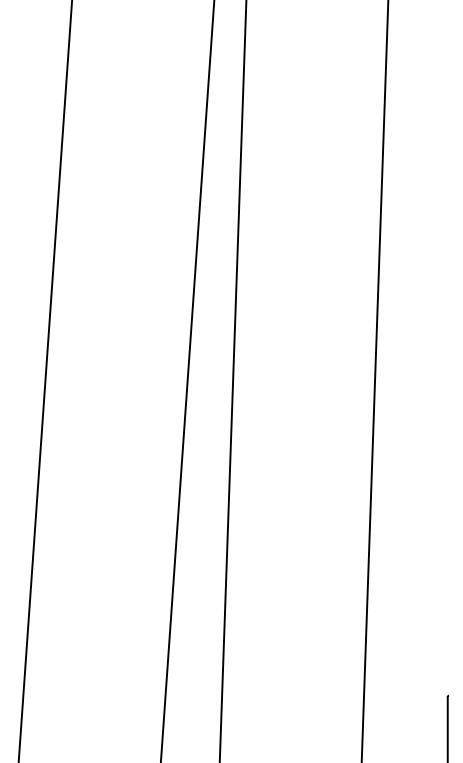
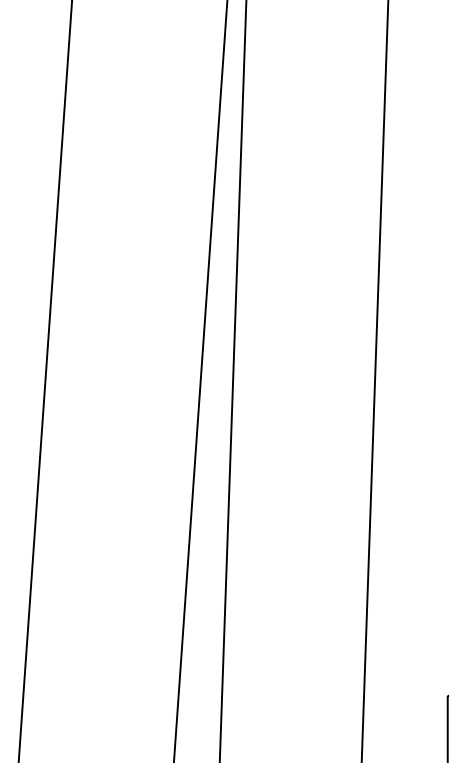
line at (187, 380) position: (187, 380) -> (200, 380)
